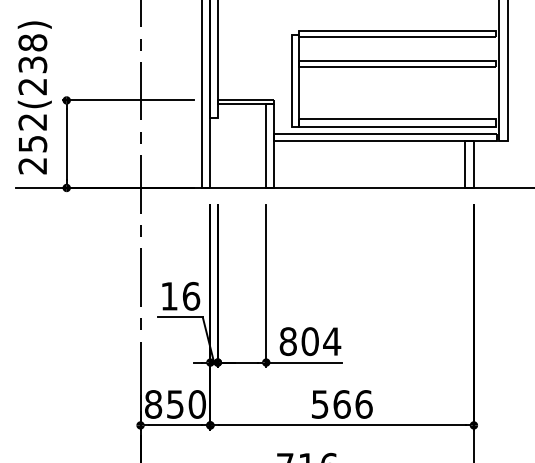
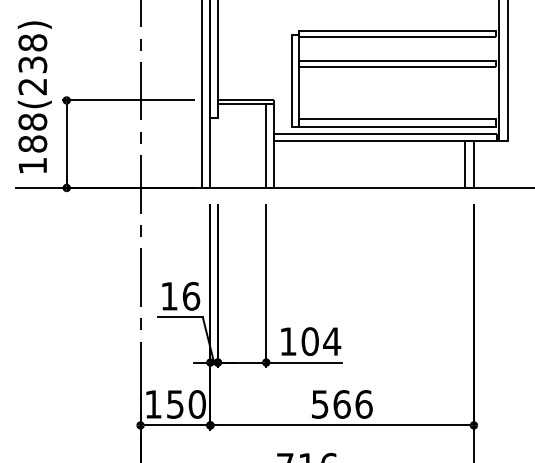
text at (32, 143): 252(238) -> 188(238)
text at (287, 341): 804 -> 104
text at (153, 404): 850 -> 150
